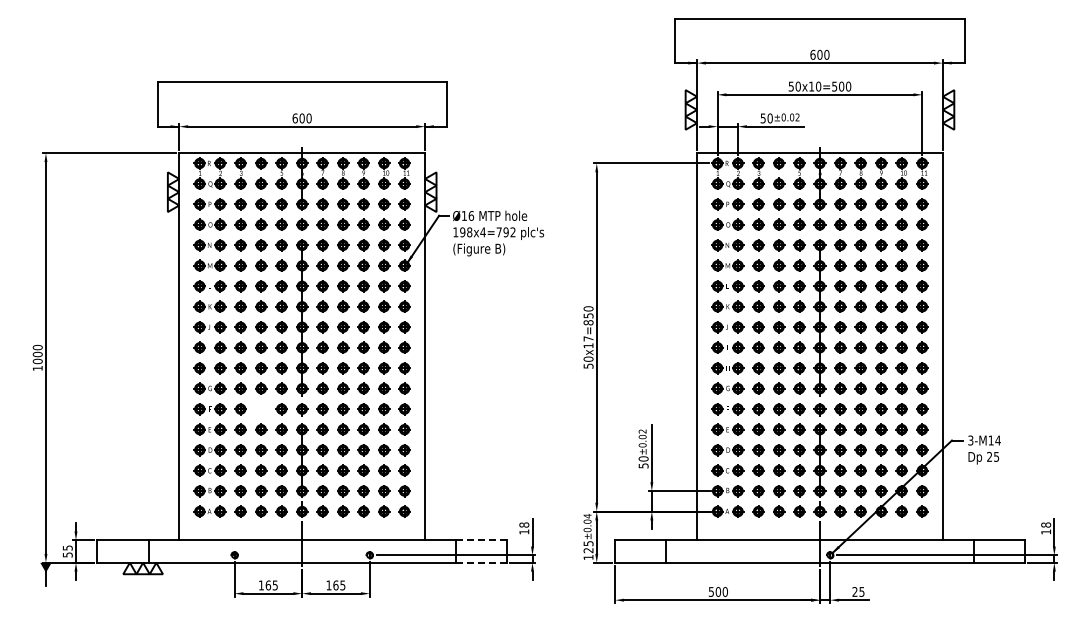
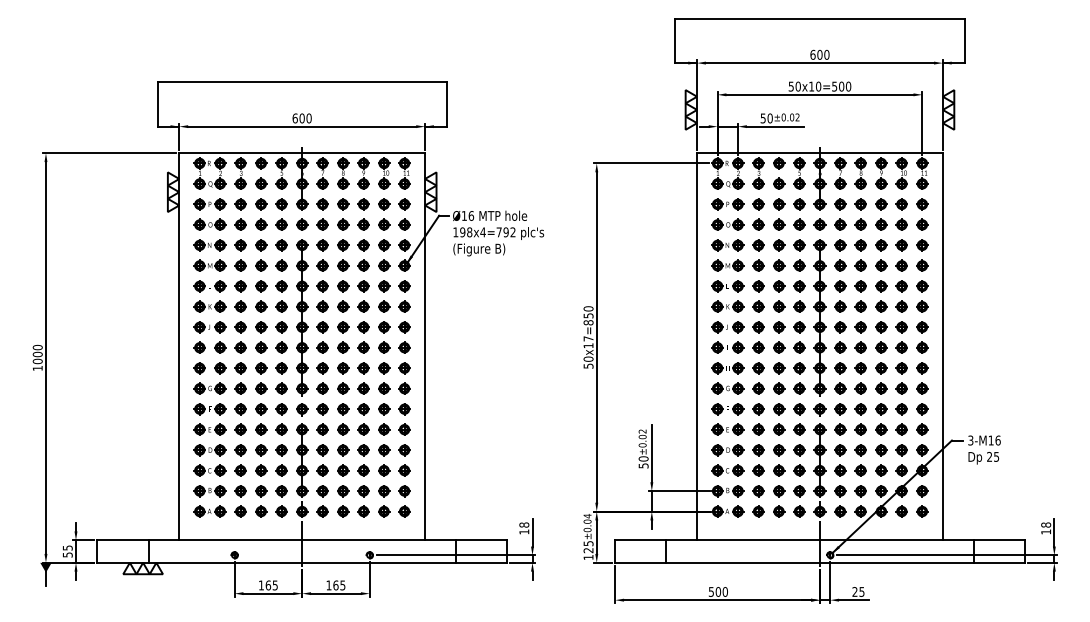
part at (261, 409): none -> present
text at (997, 440): 3-M14 -> 3-M16
line at (481, 540): dashed -> solid
line at (481, 562): dashed -> solid
